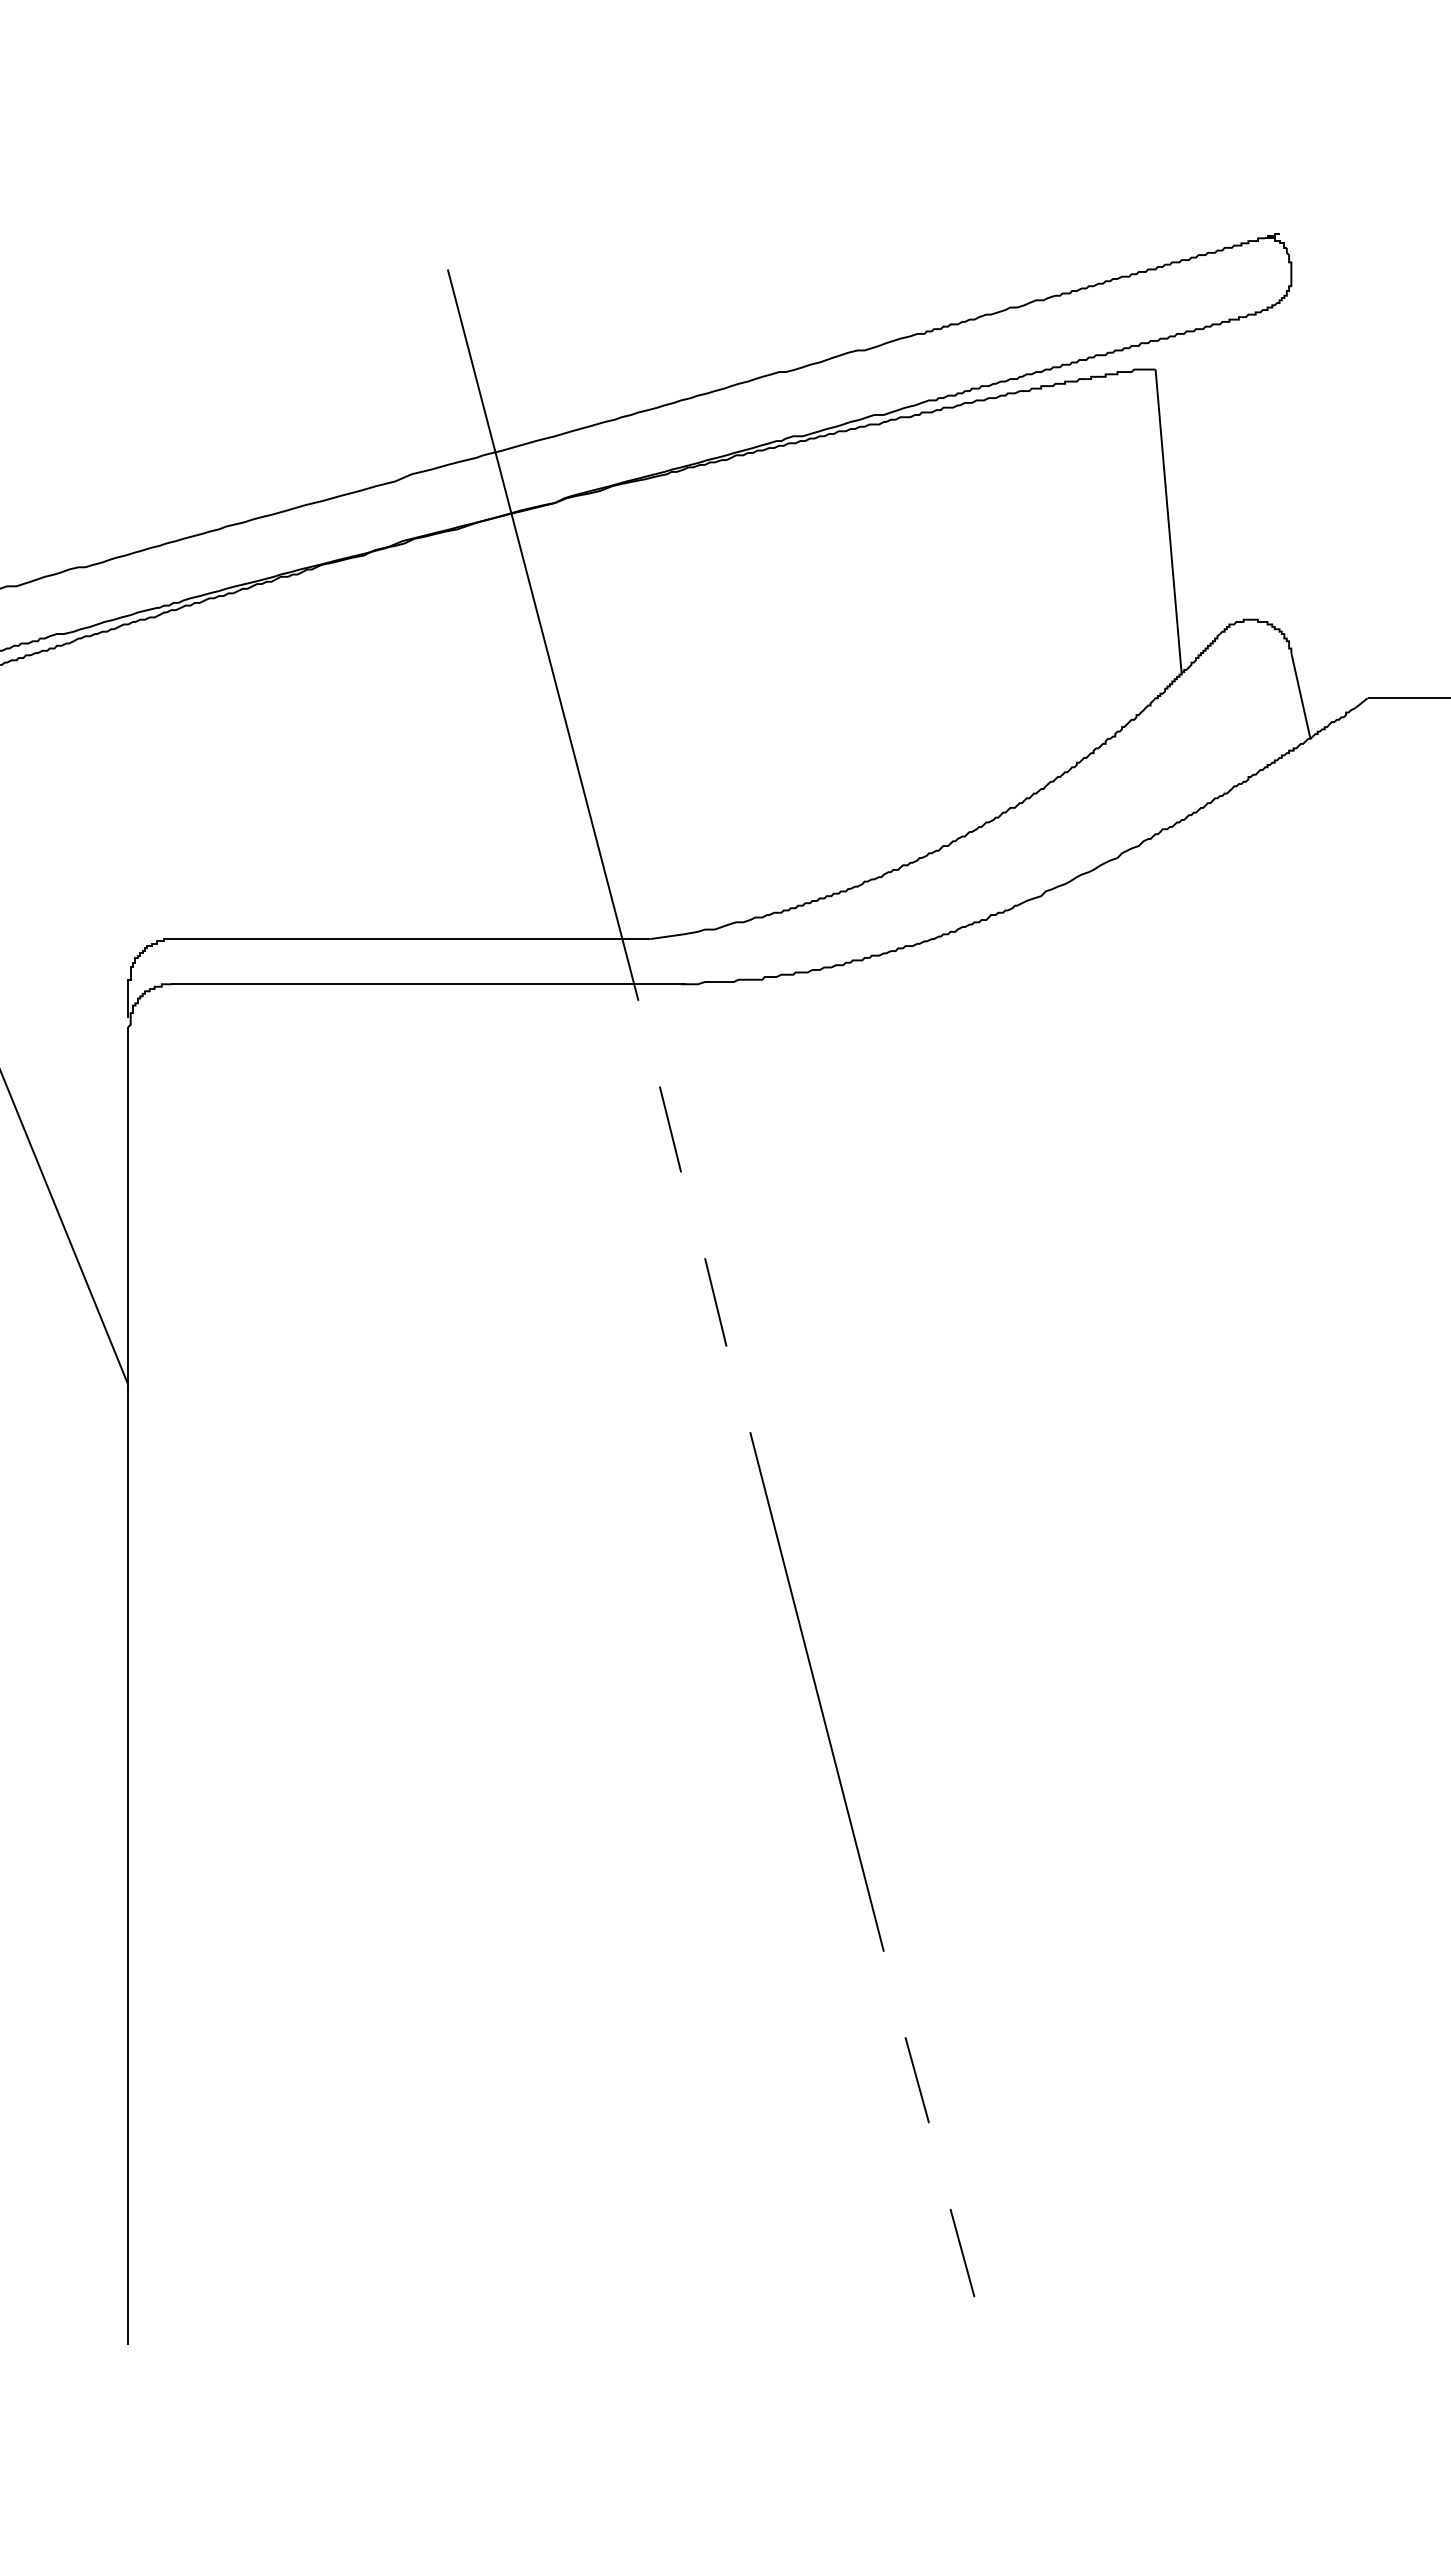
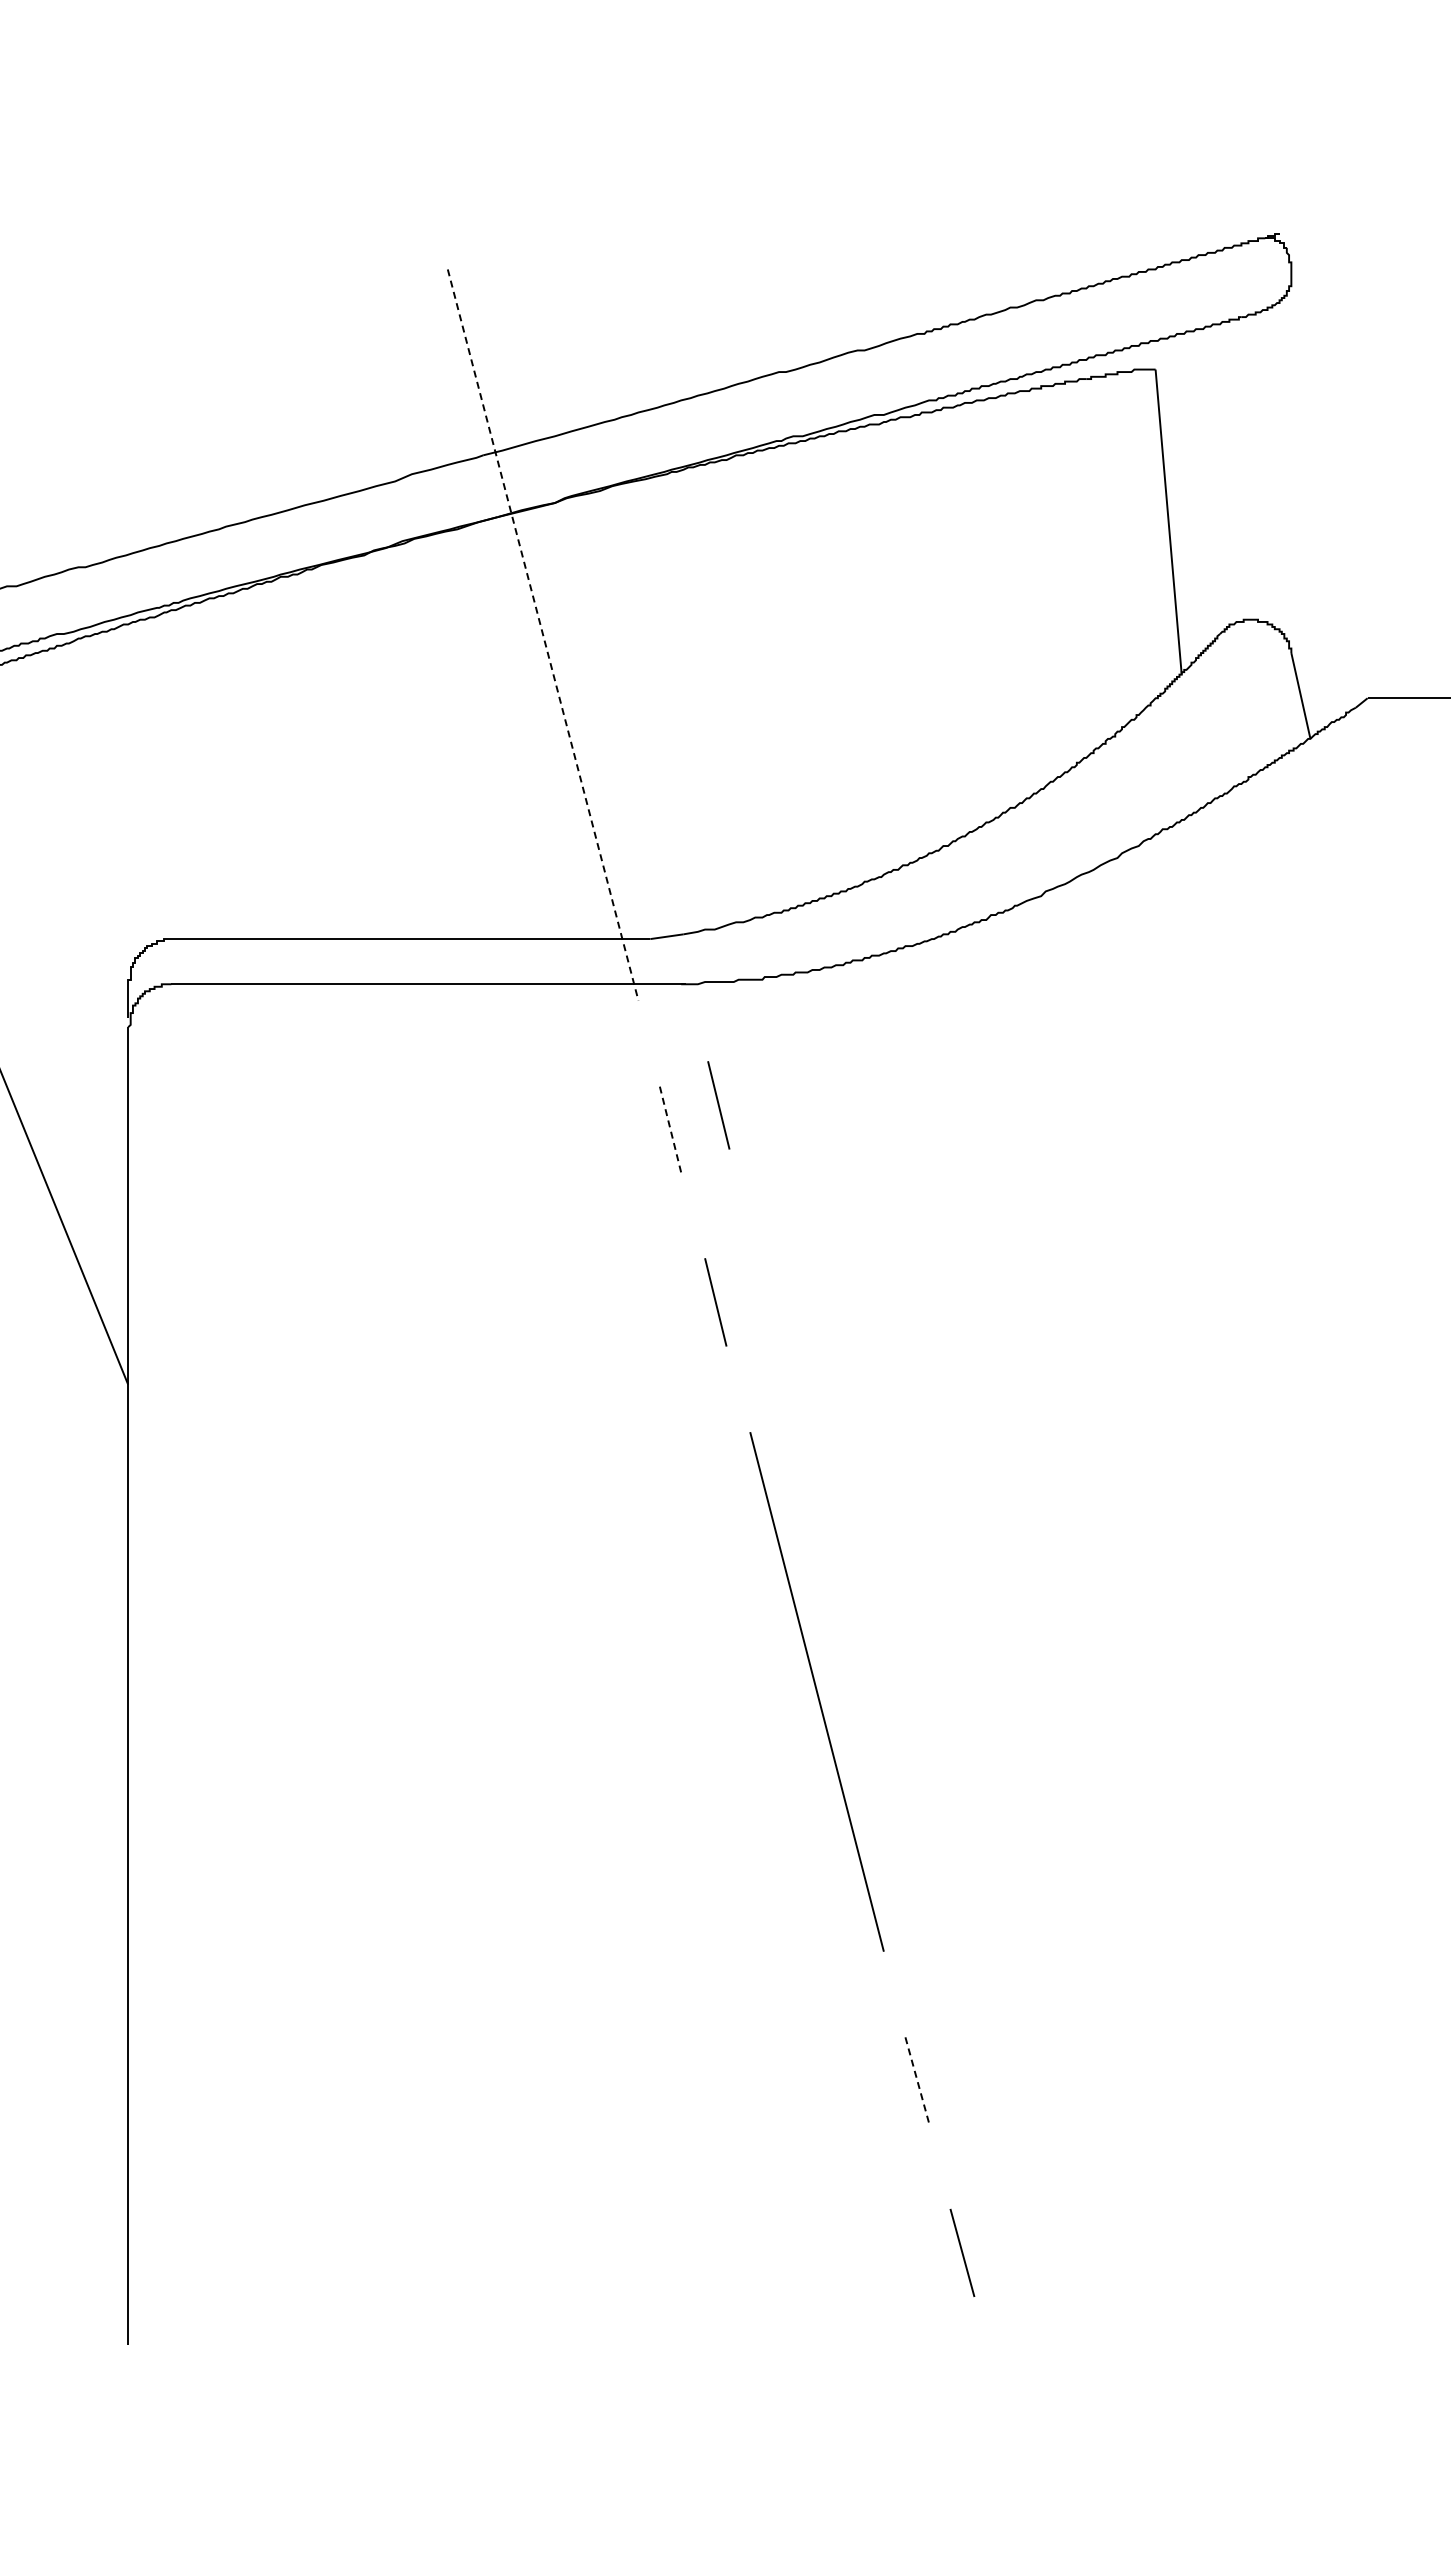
line at (543, 635): solid -> dashed
line at (718, 1105): none -> present
line at (670, 1130): solid -> dashed
line at (917, 2080): solid -> dashed
